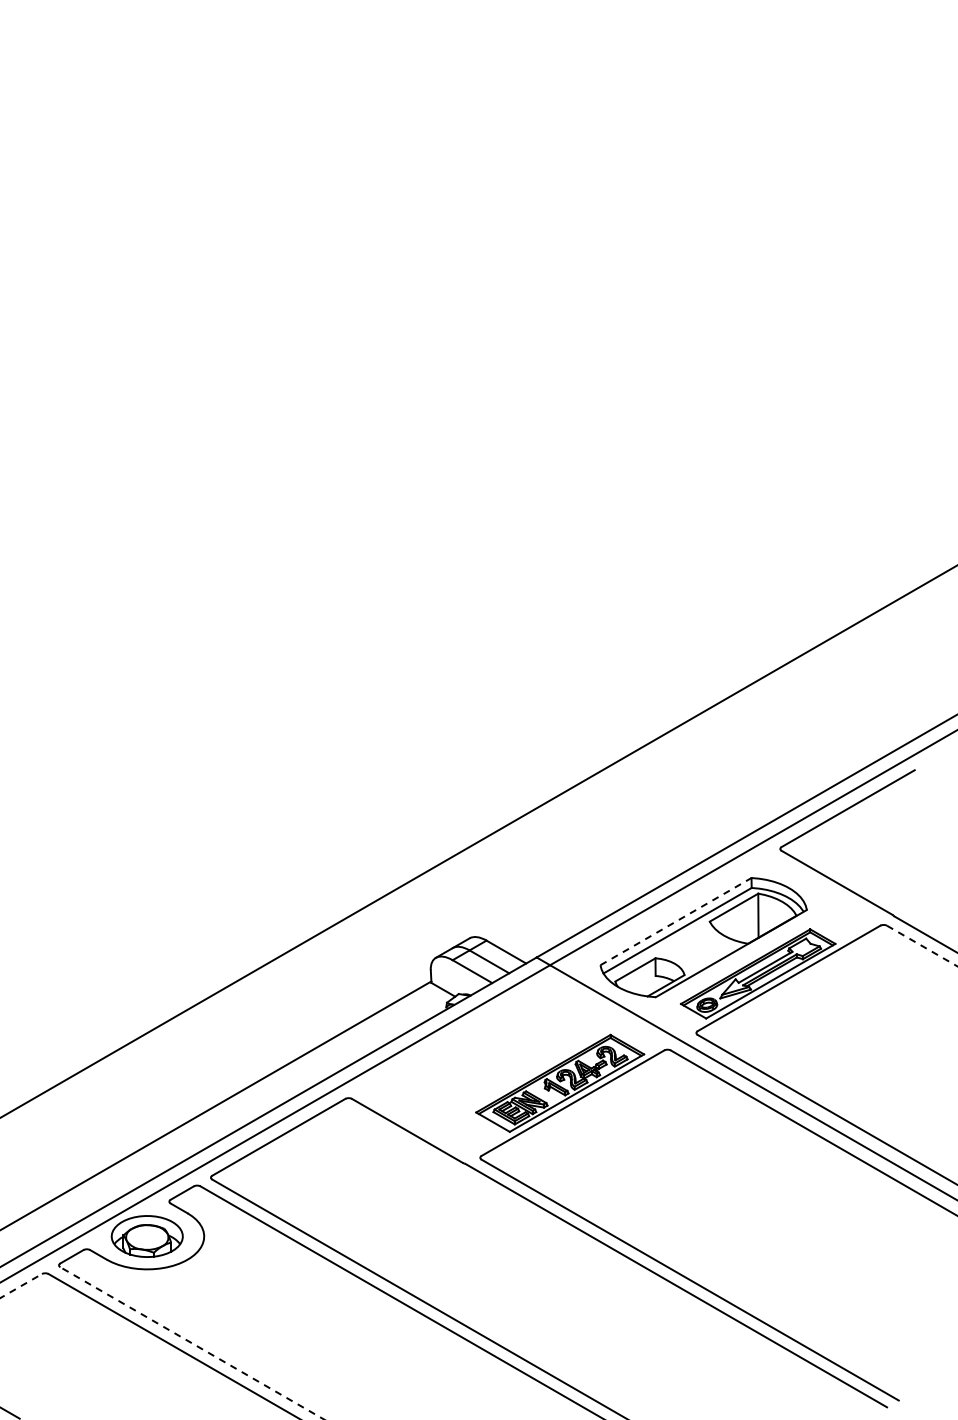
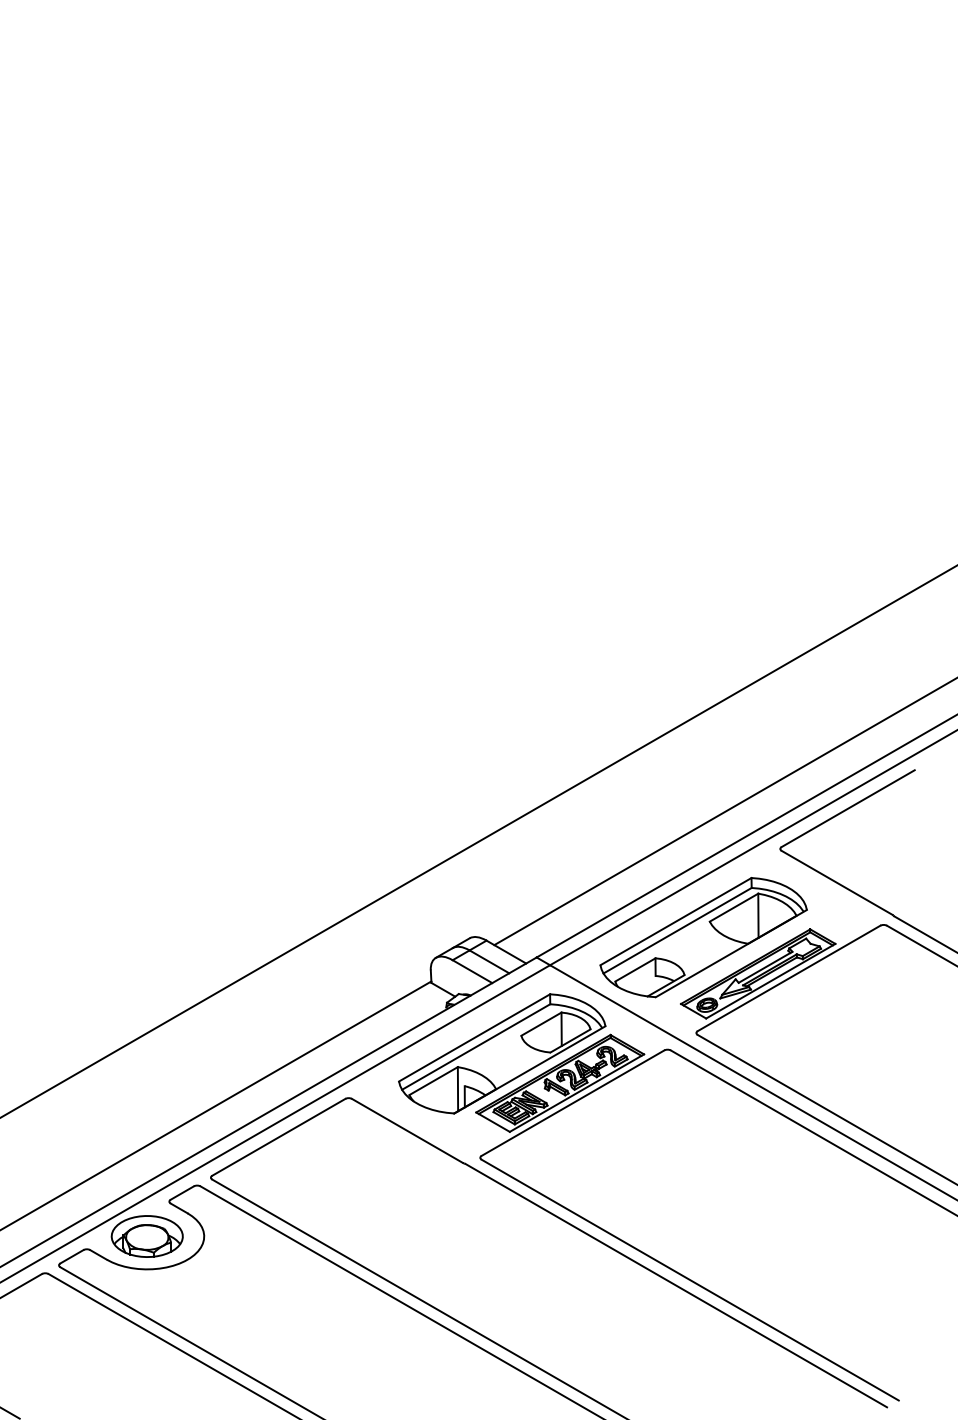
line at (724, 812): none -> present
line at (676, 921): dashed -> solid
line at (922, 946): dashed -> solid
part at (502, 1053): none -> present
line at (21, 1286): dashed -> solid
line at (191, 1343): dashed -> solid
